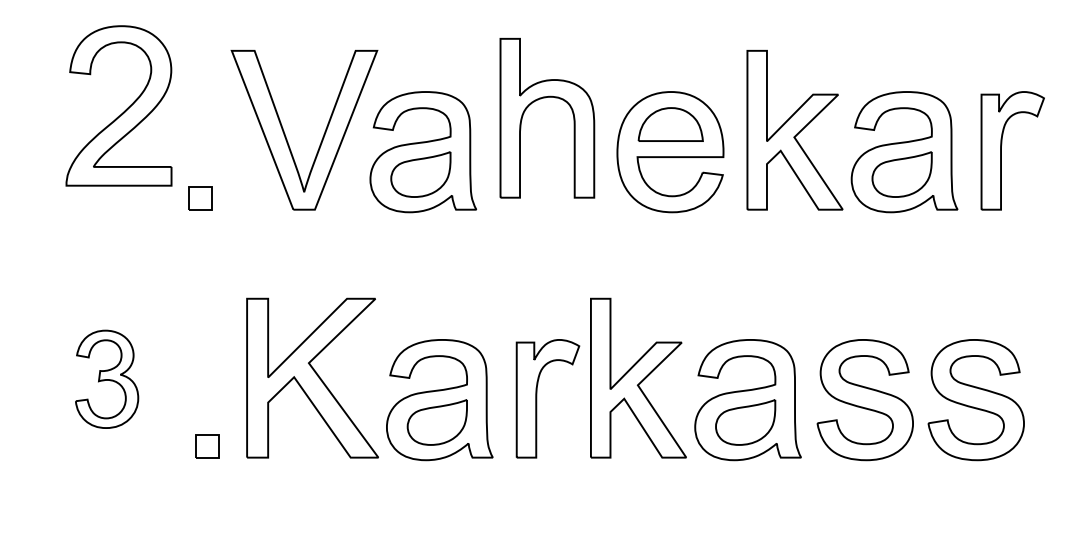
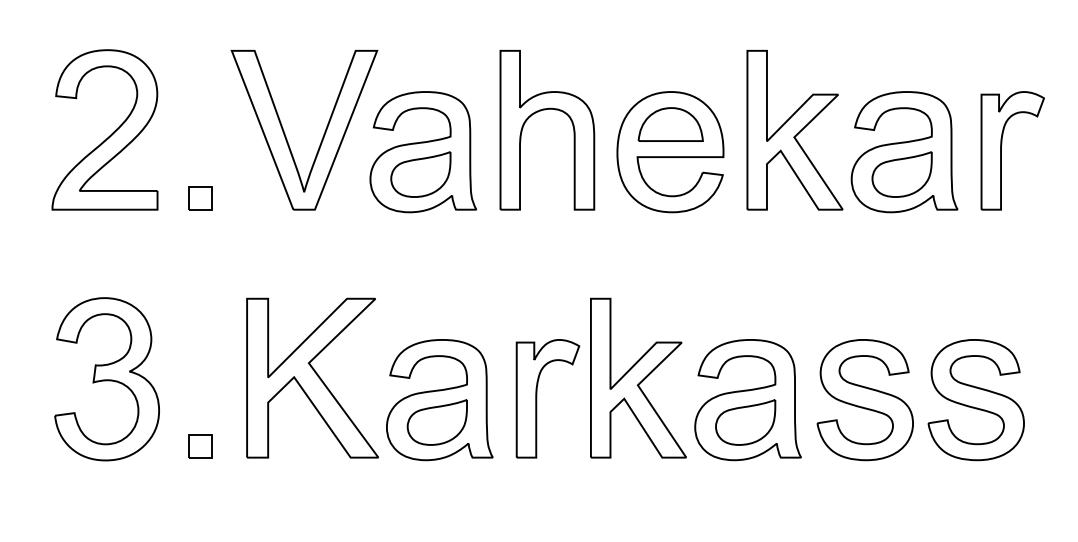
part at (541, 99) position: (541, 99) -> (541, 111)
part at (124, 110) position: (124, 110) -> (110, 134)
part at (107, 378) size: 65x100 px -> 106x165 px
part at (207, 446) position: (207, 446) -> (200, 446)
